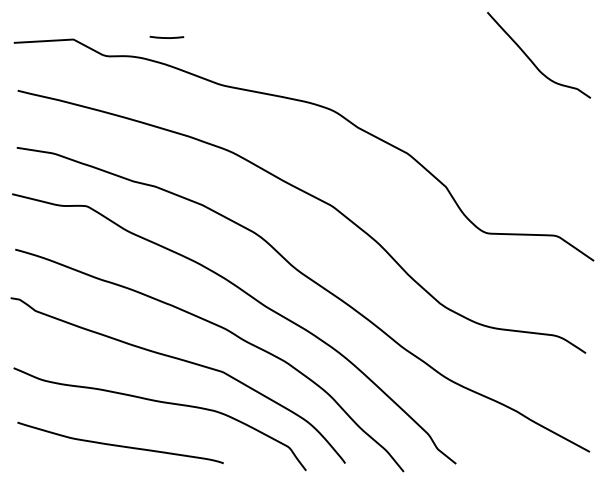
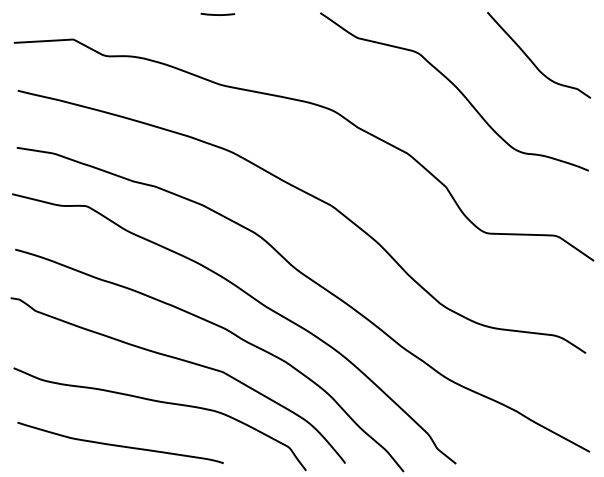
line at (166, 37) position: (166, 37) -> (217, 14)
curve at (456, 88): none -> present
